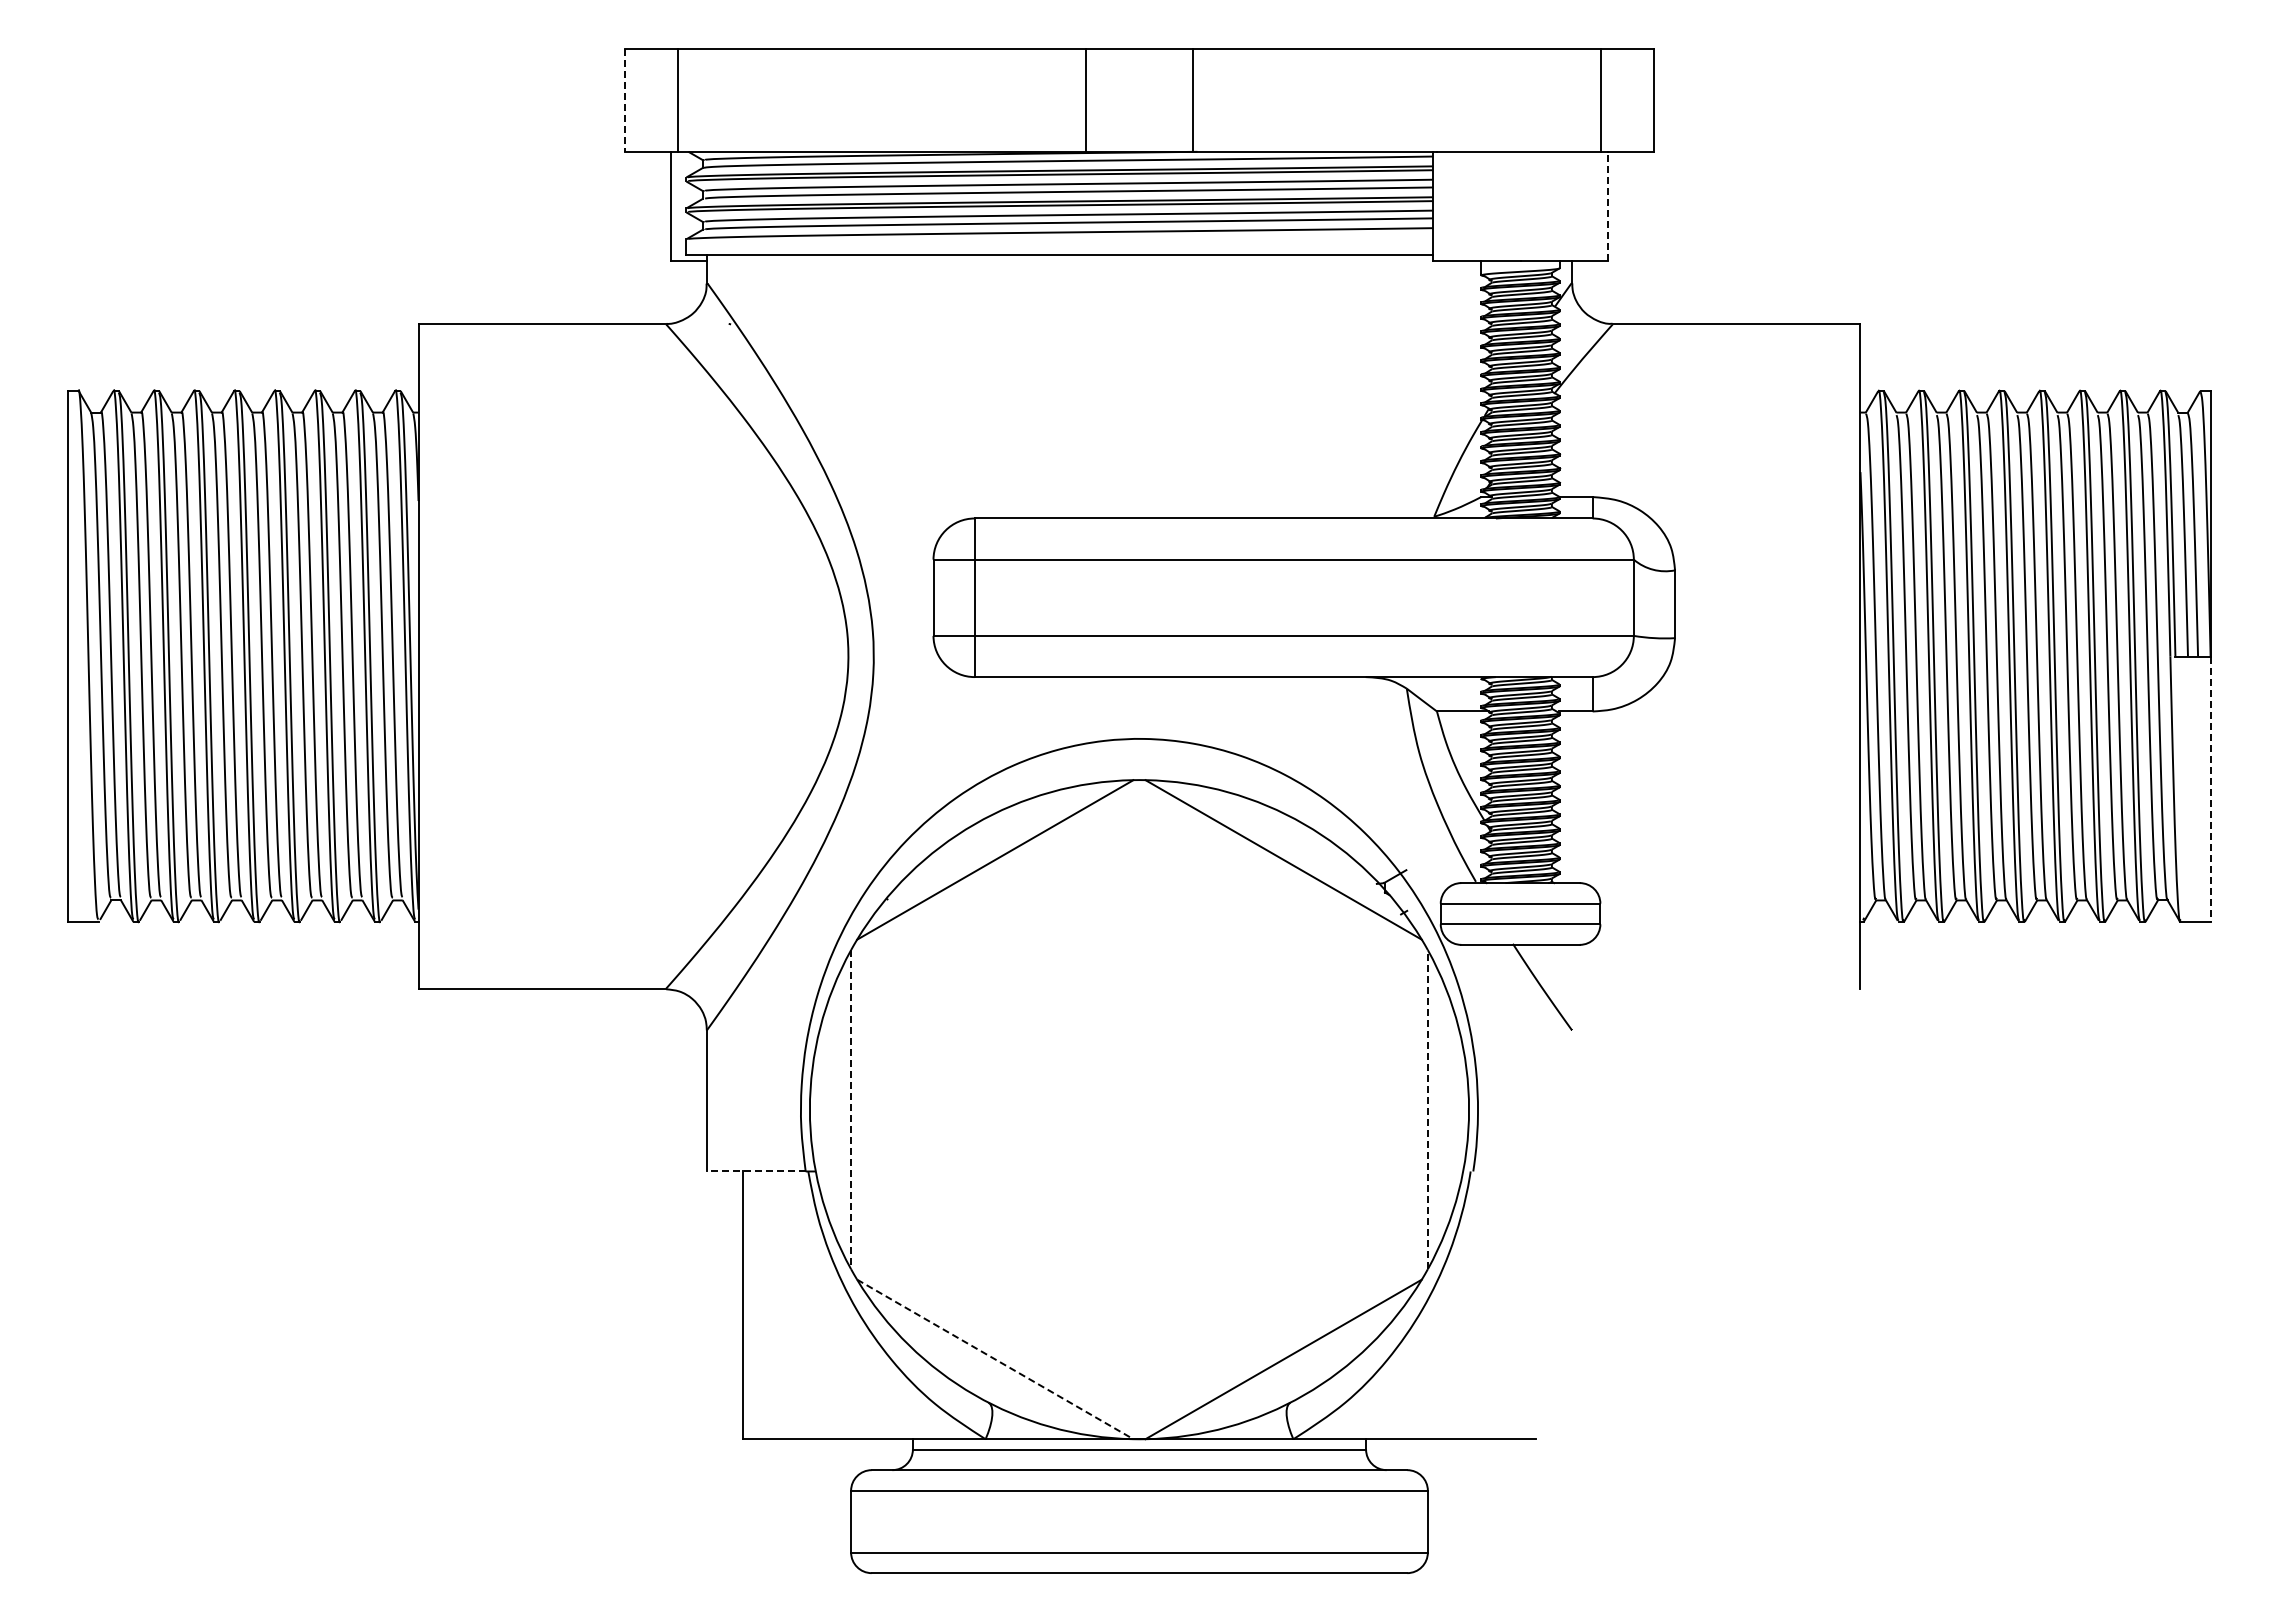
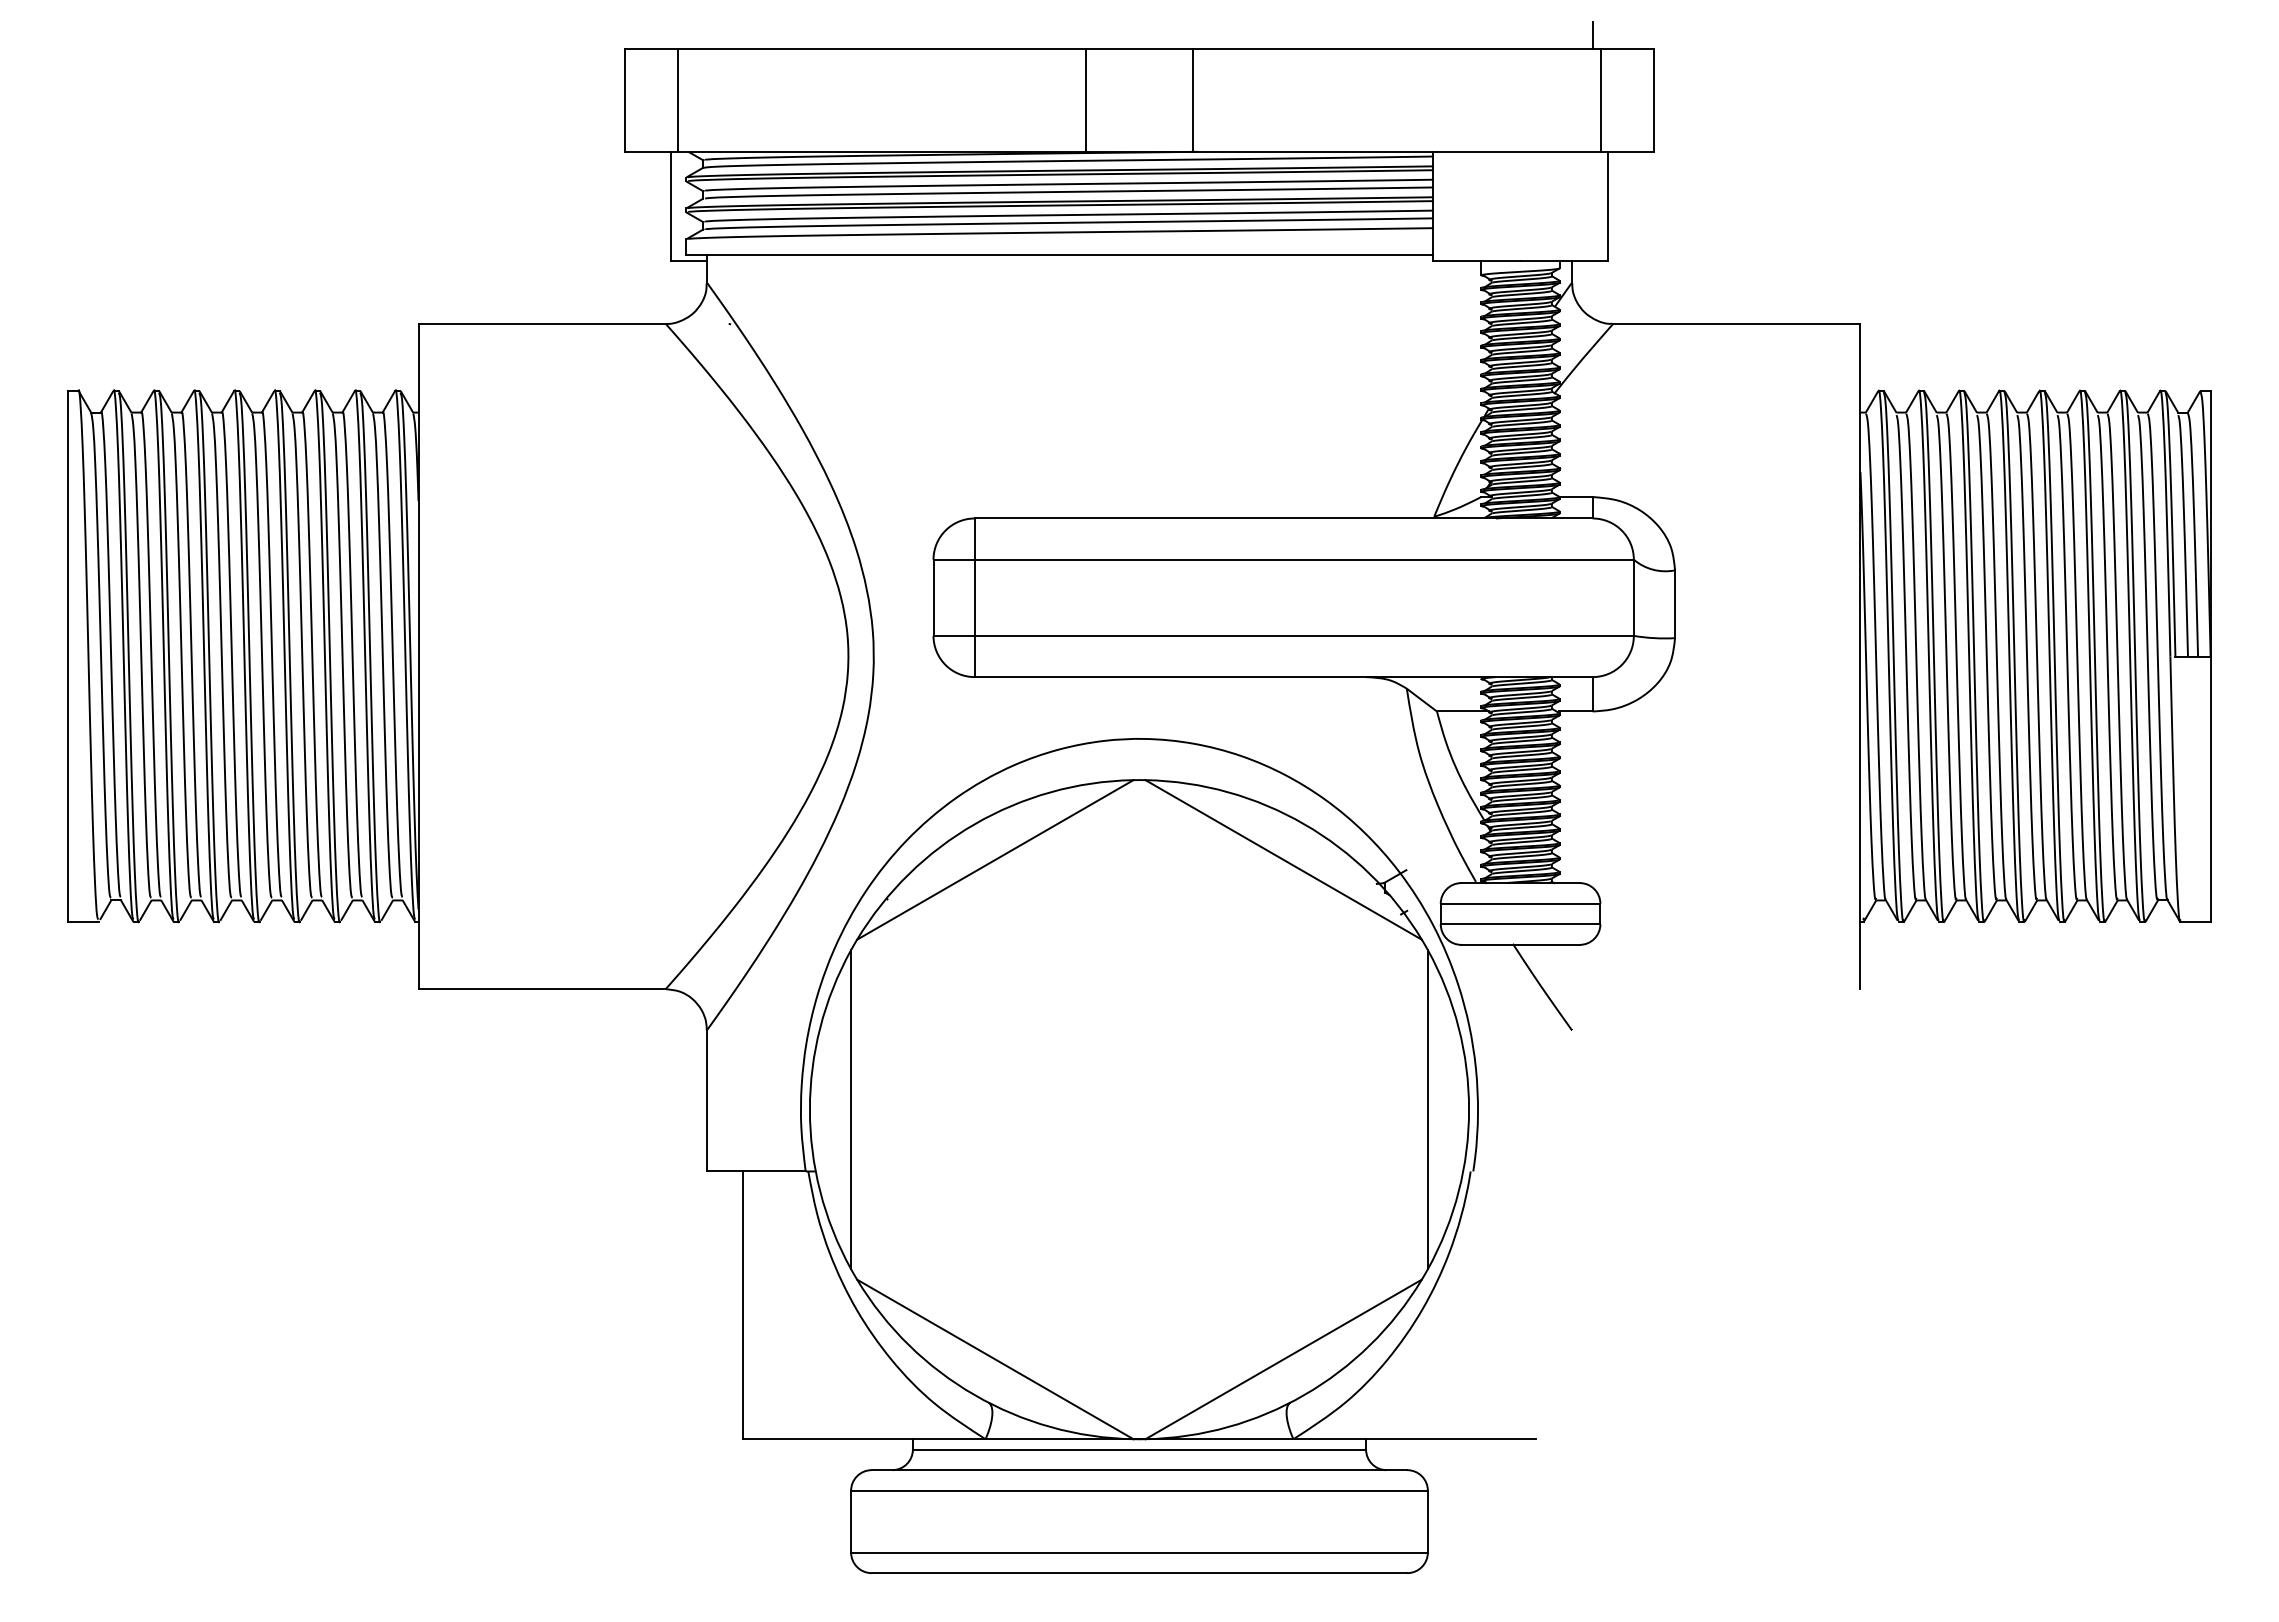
line at (1592, 34): none -> present
line at (624, 100): dashed -> solid
line at (1608, 206): dashed -> solid
line at (2210, 789): dashed -> solid
line at (851, 1109): dashed -> solid
line at (1427, 1109): dashed -> solid
line at (755, 1171): dashed -> solid
line at (995, 1359): dashed -> solid
